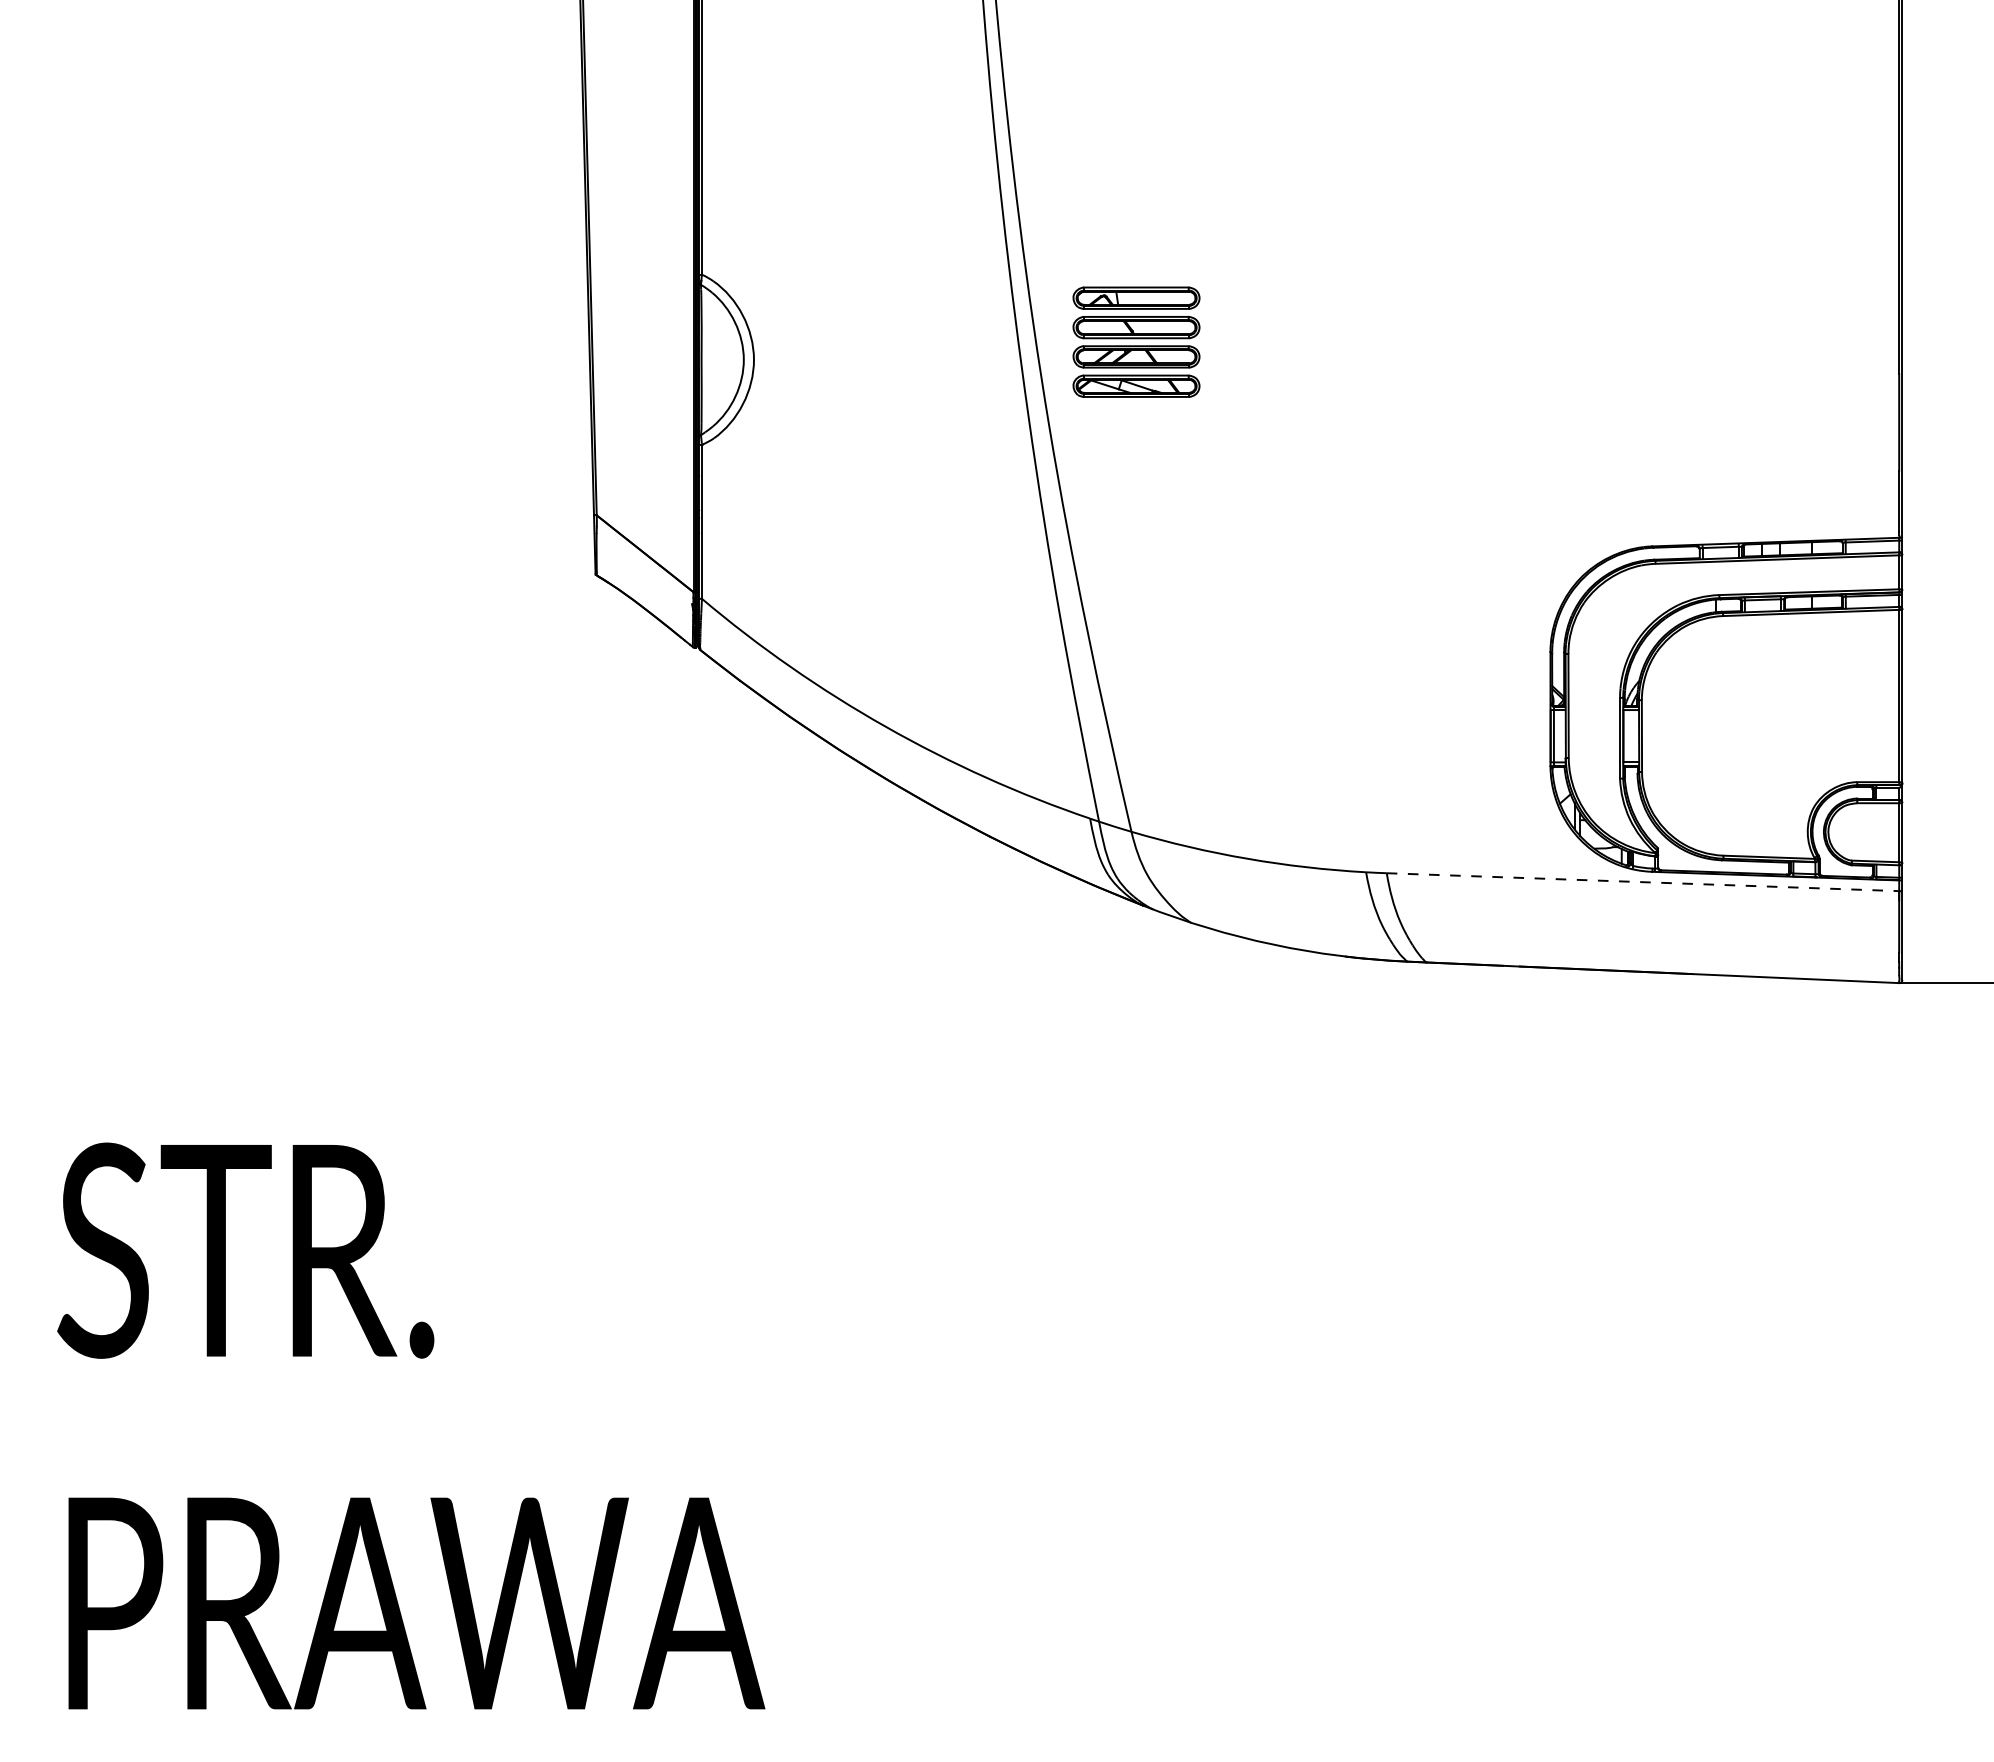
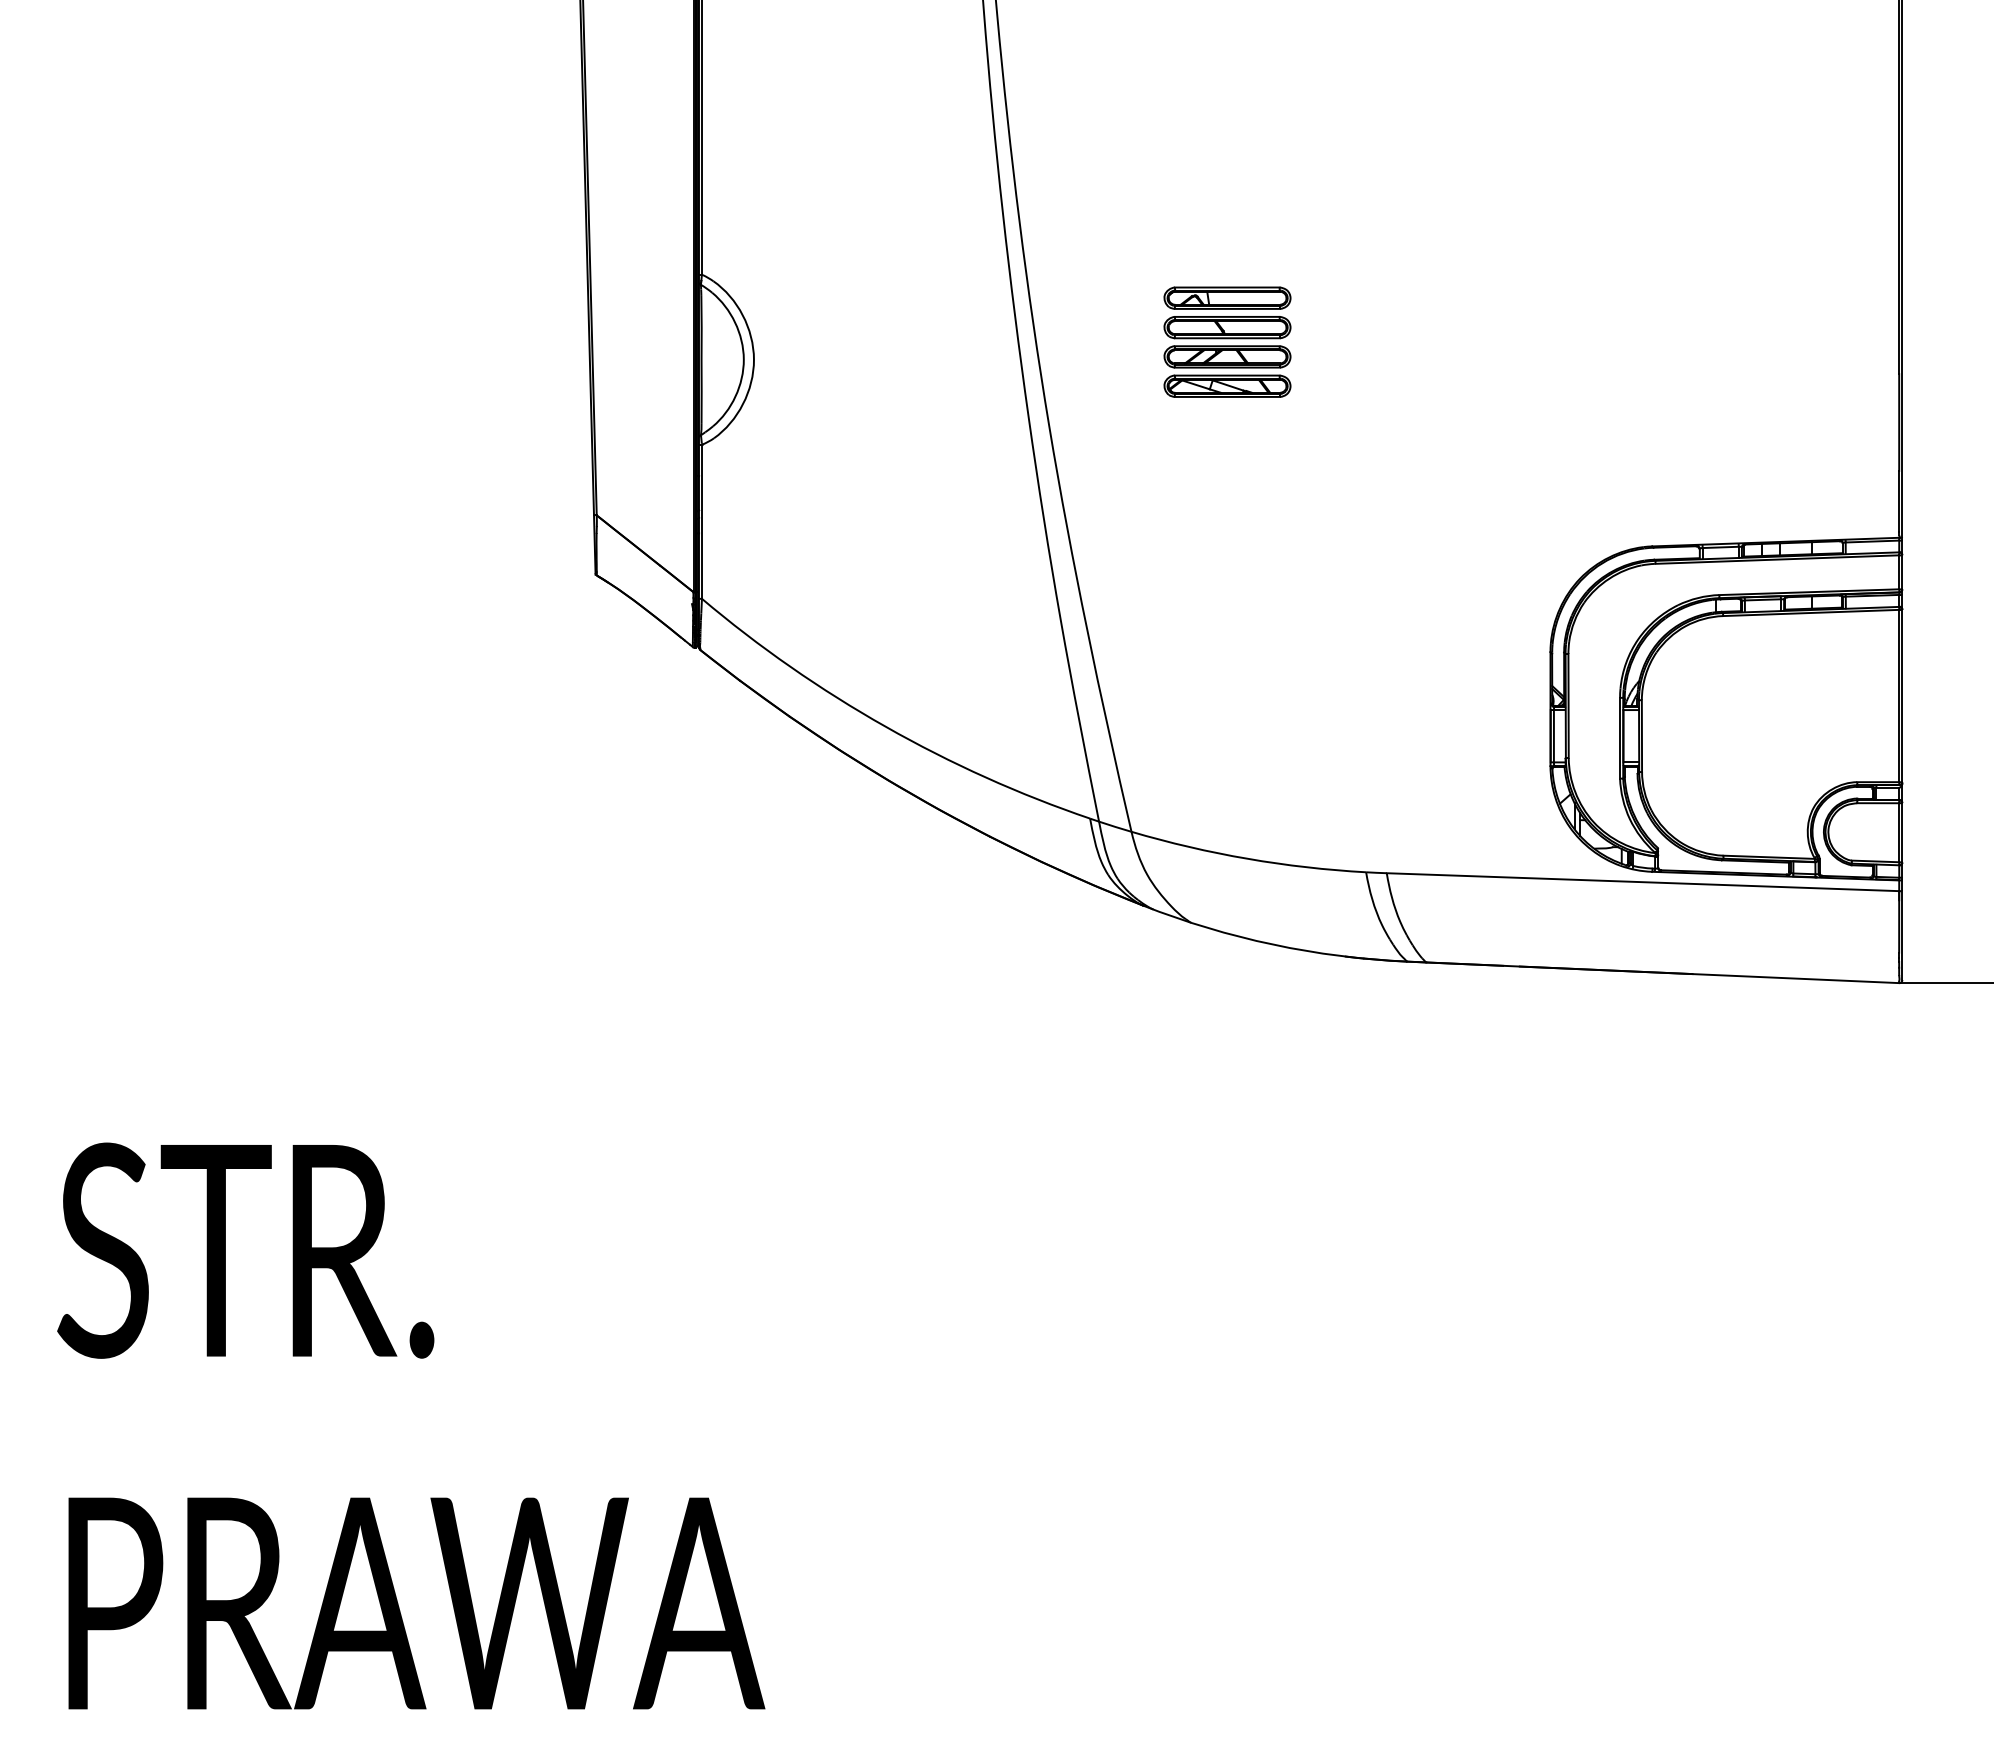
part at (1136, 341) position: (1136, 341) -> (1227, 341)
line at (1643, 882): dashed -> solid
